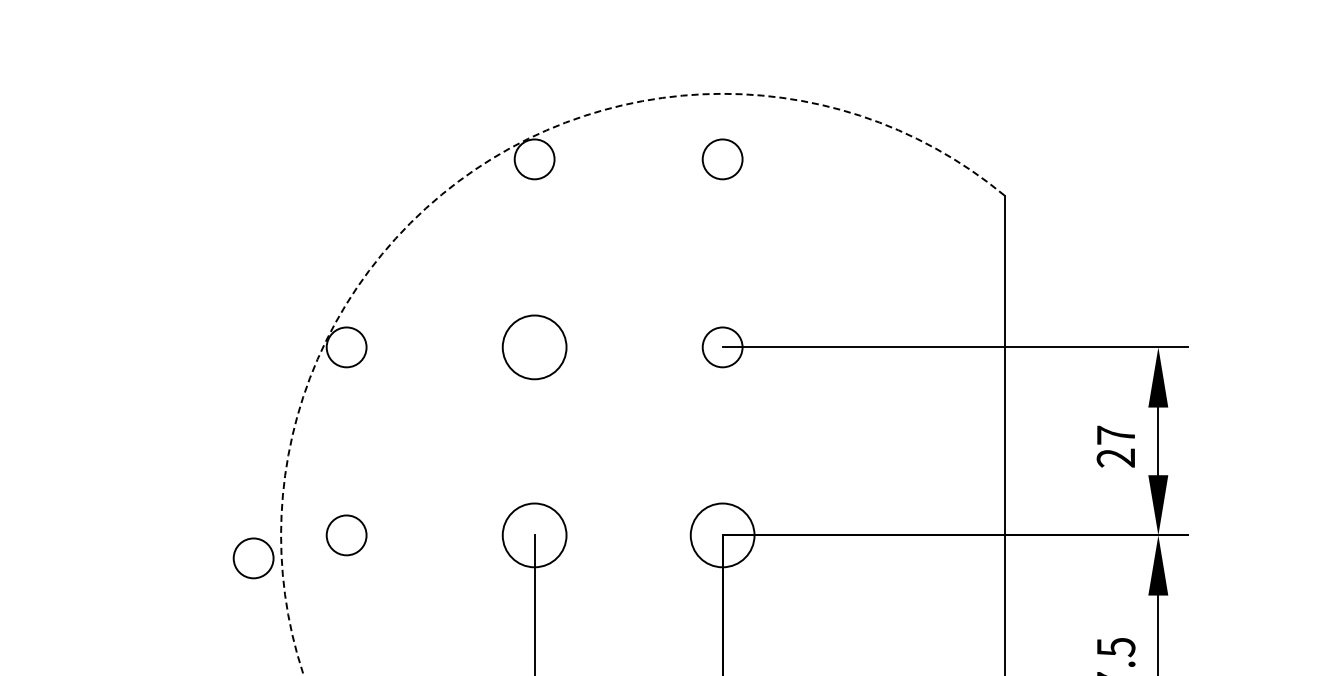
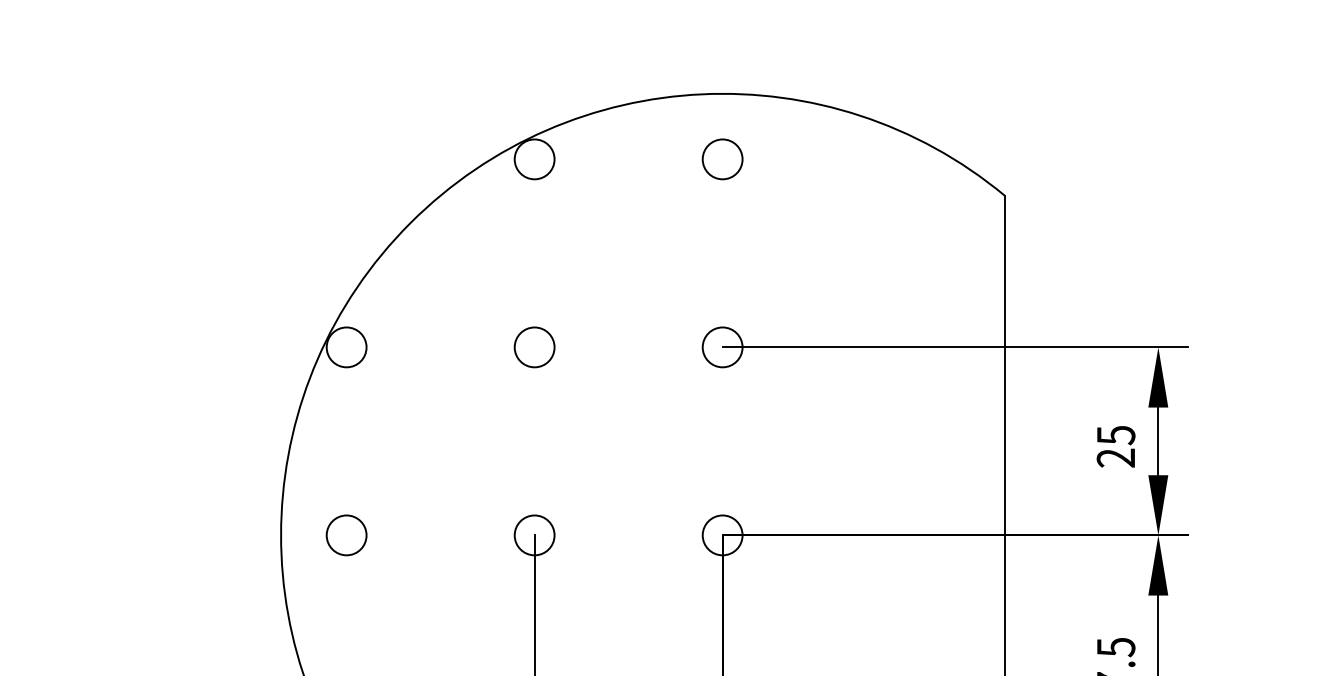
arc at (472, 171): dashed -> solid
circle at (534, 347) diameter: 64 px -> 40 px
text at (1116, 435): 27 -> 25
circle at (534, 535) diameter: 64 px -> 40 px
circle at (722, 535) diameter: 64 px -> 40 px
circle at (253, 558): present -> none
